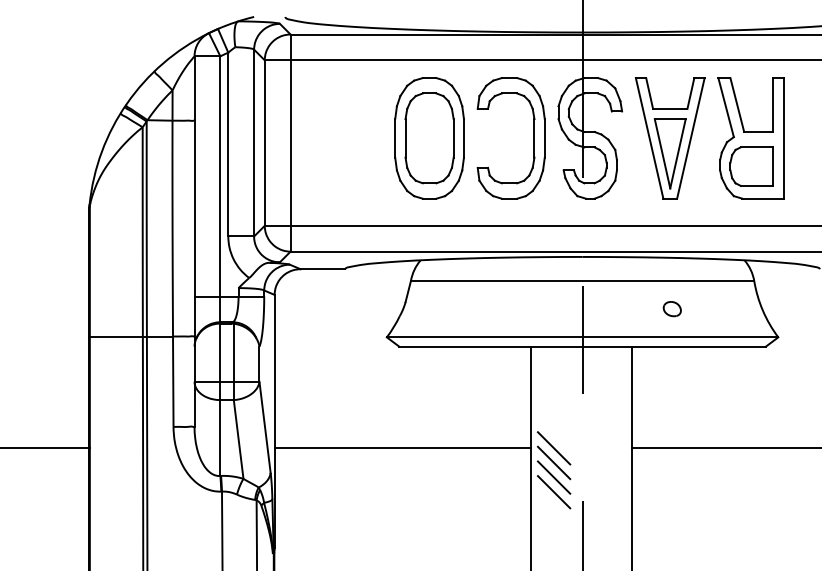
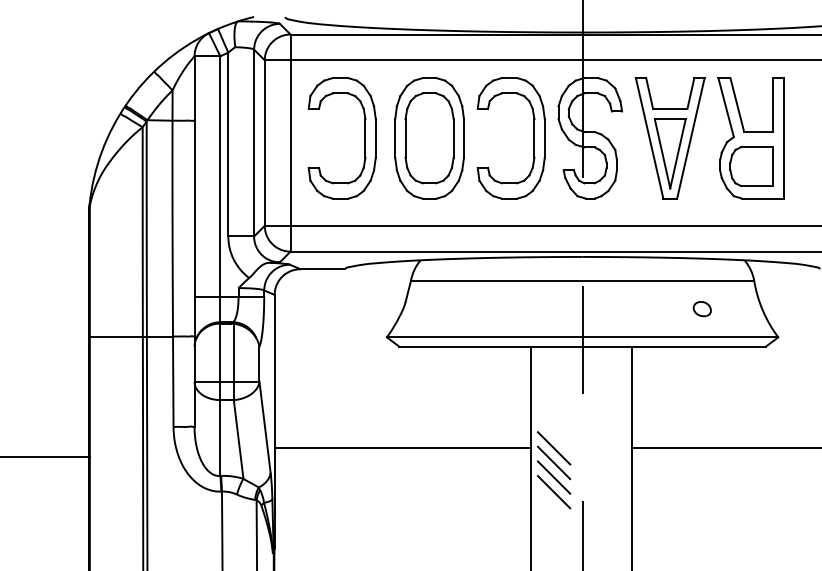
part at (364, 138): none -> present
part at (671, 309) position: (671, 309) -> (701, 309)
line at (45, 447) position: (45, 447) -> (45, 456)
